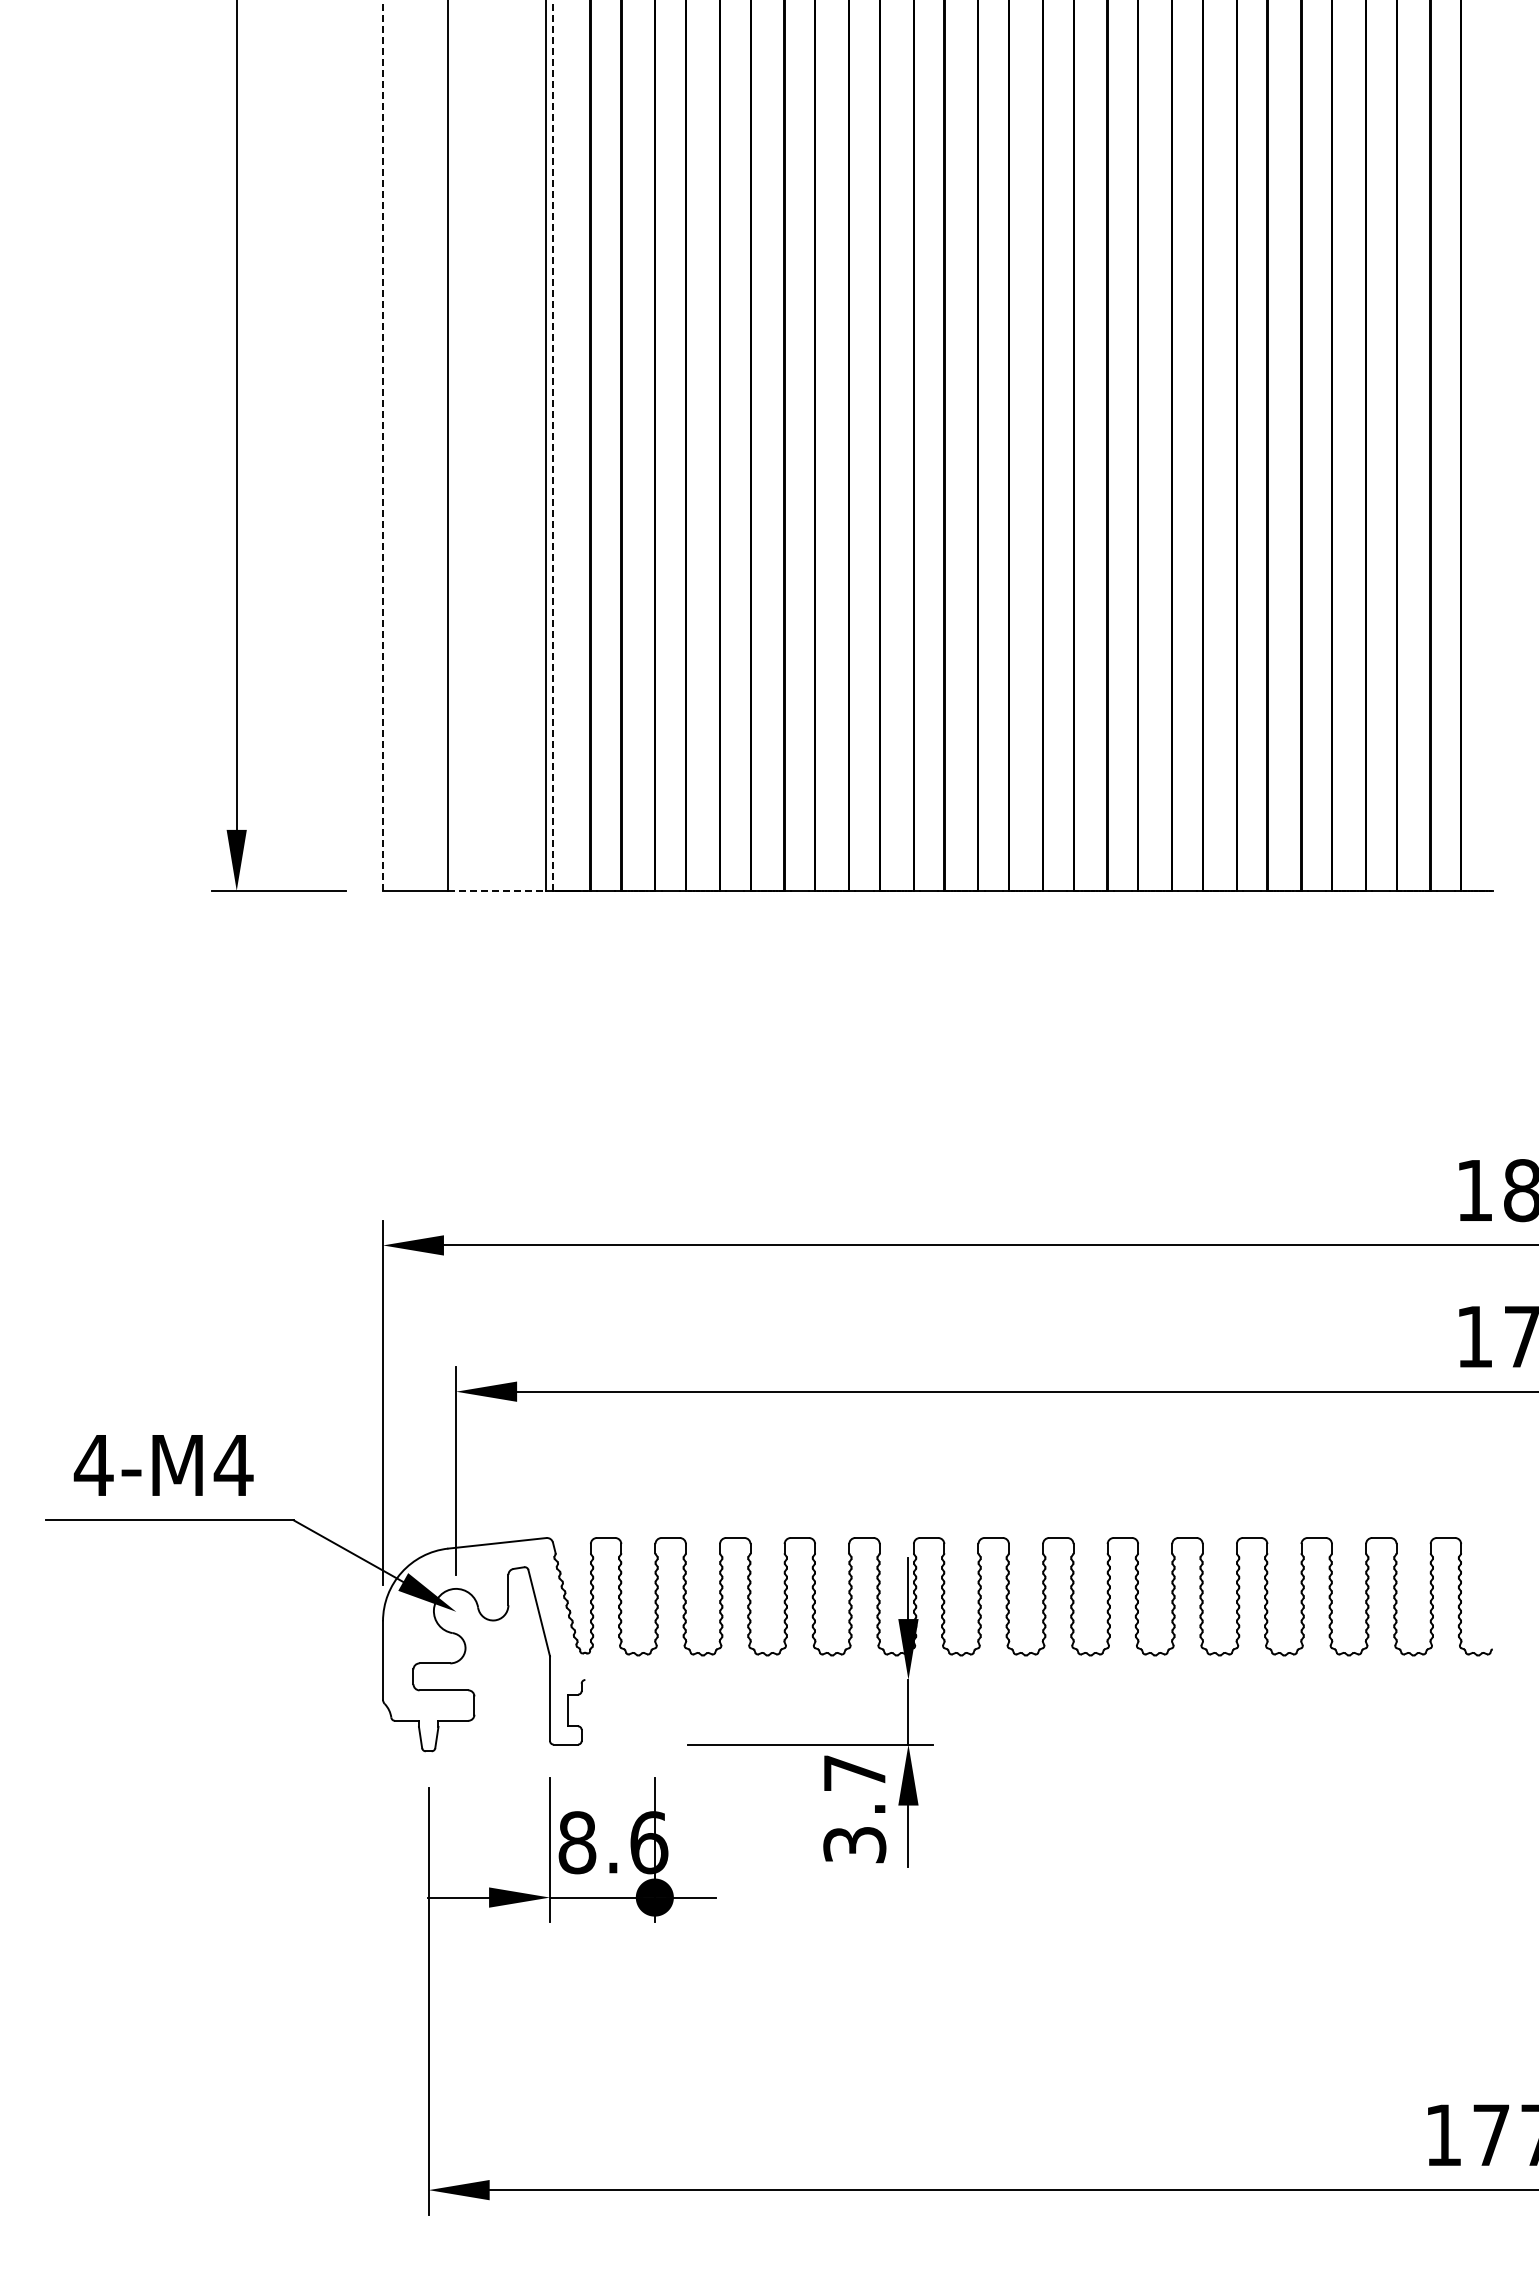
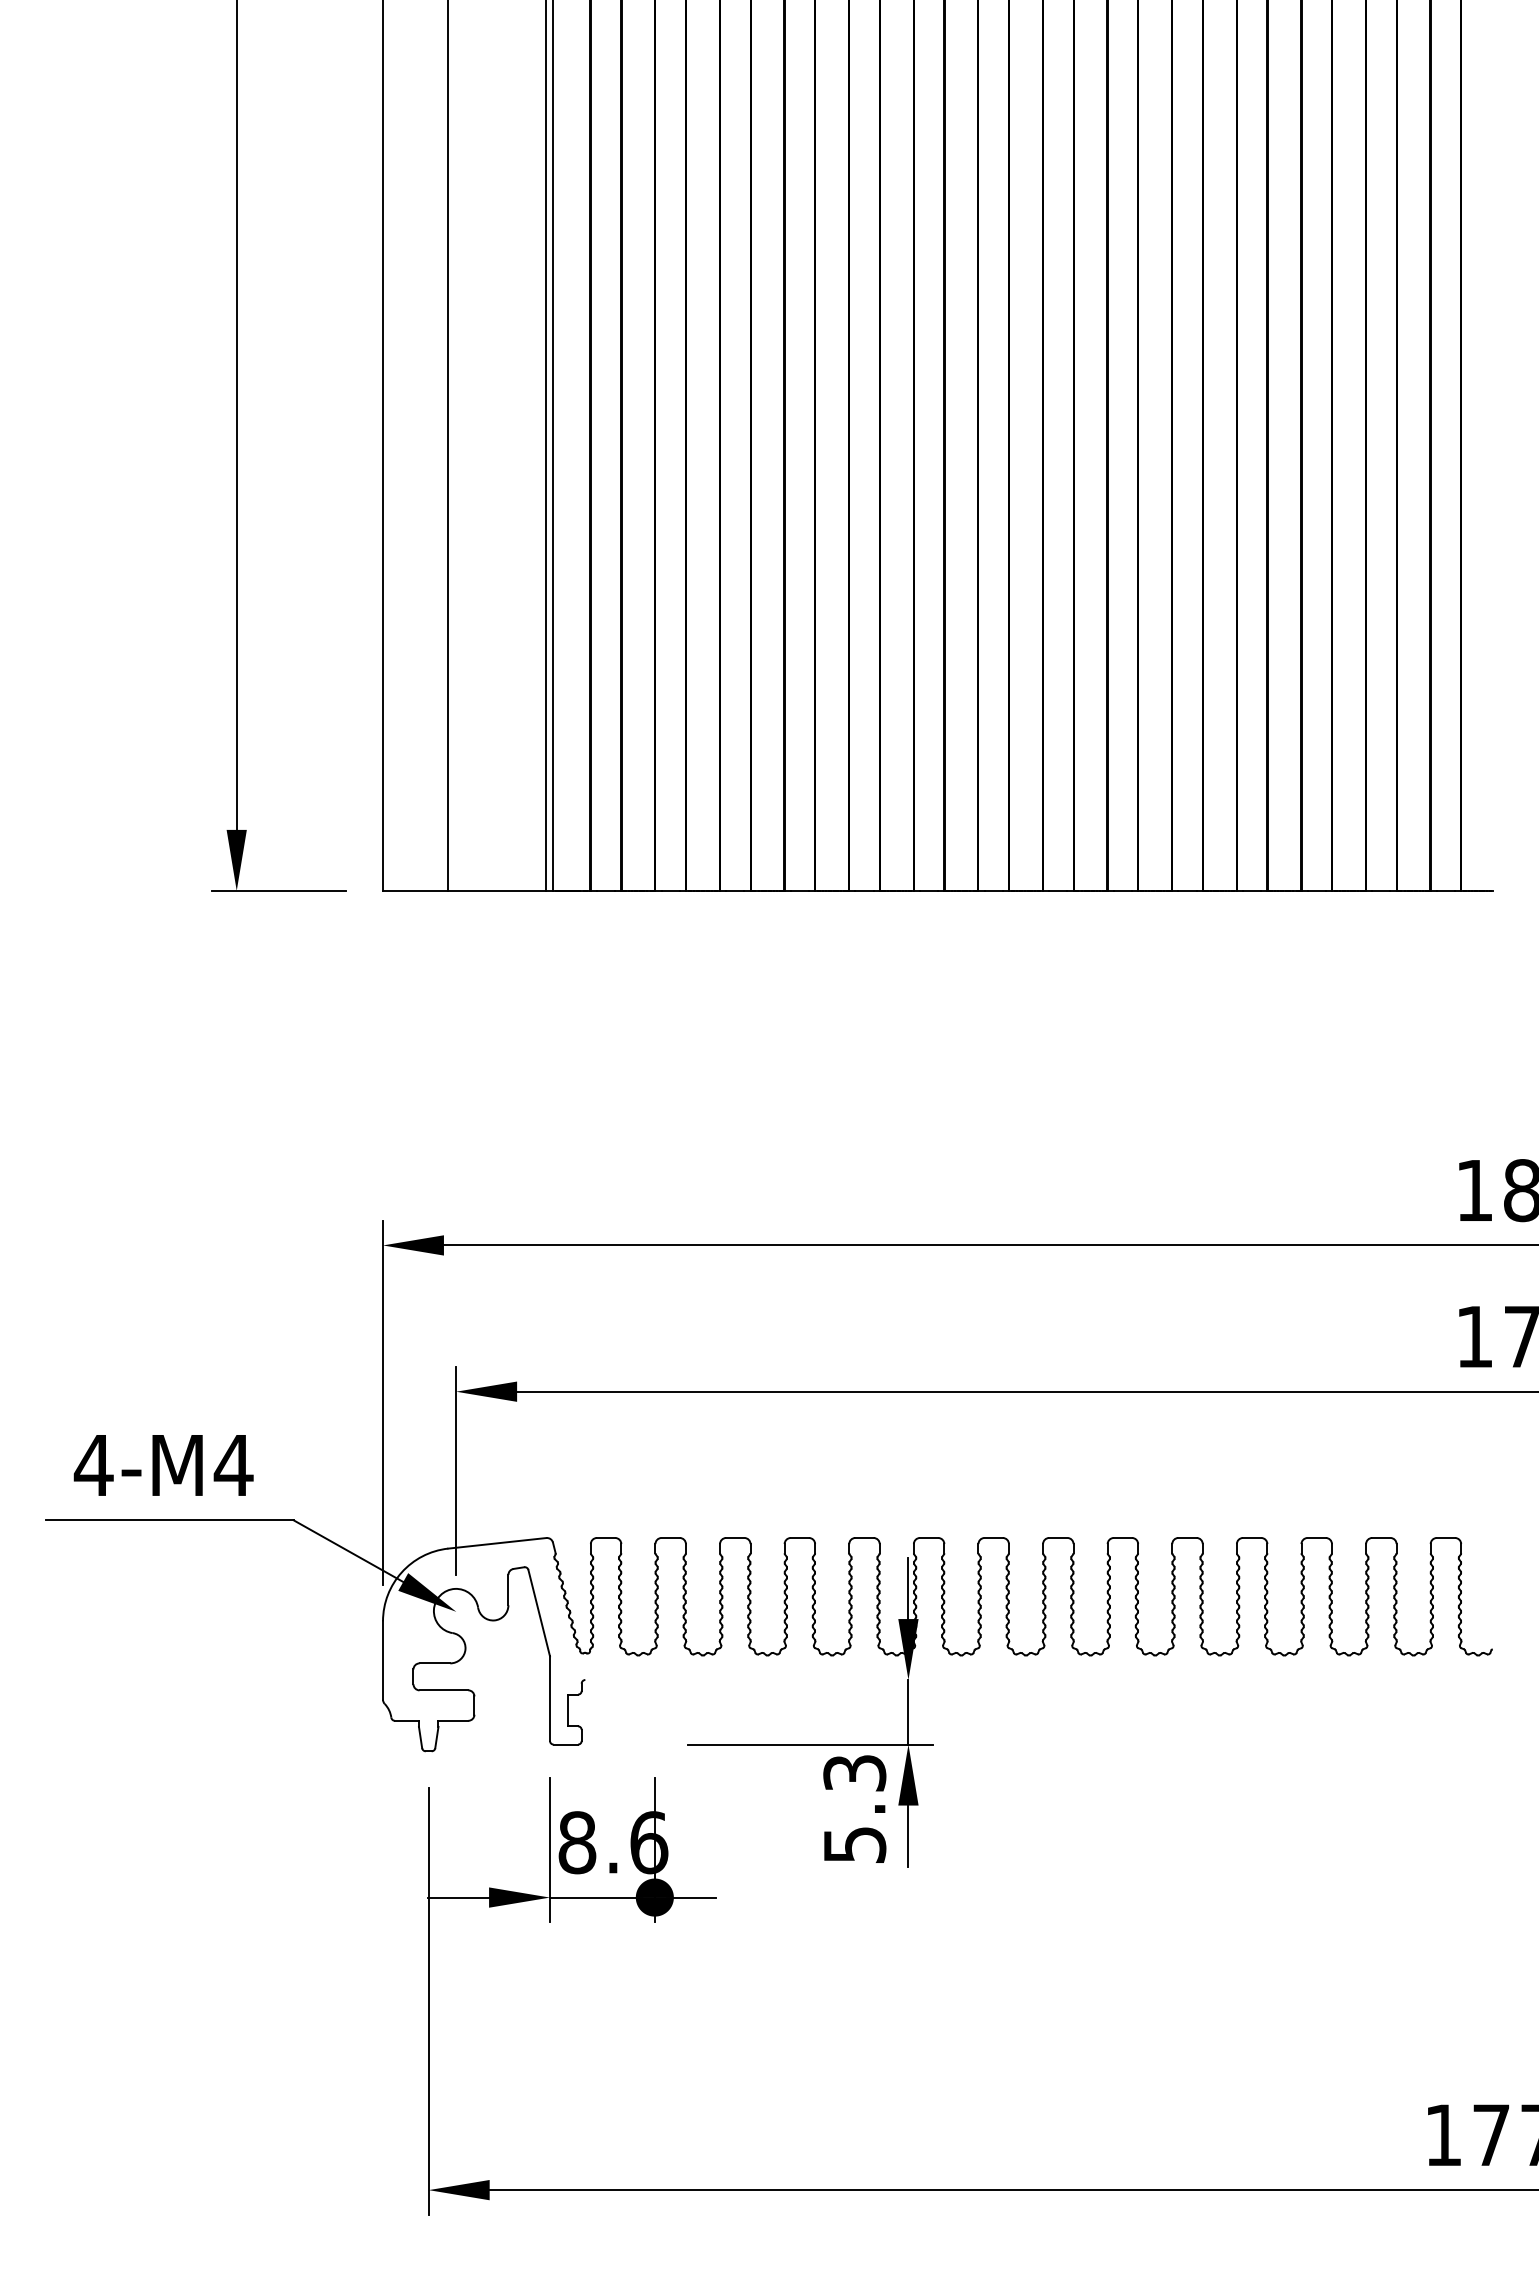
line at (383, 444): dashed -> solid
line at (552, 444): dashed -> solid
line at (497, 890): dashed -> solid
text at (854, 1808): 3.7 -> 5.3
